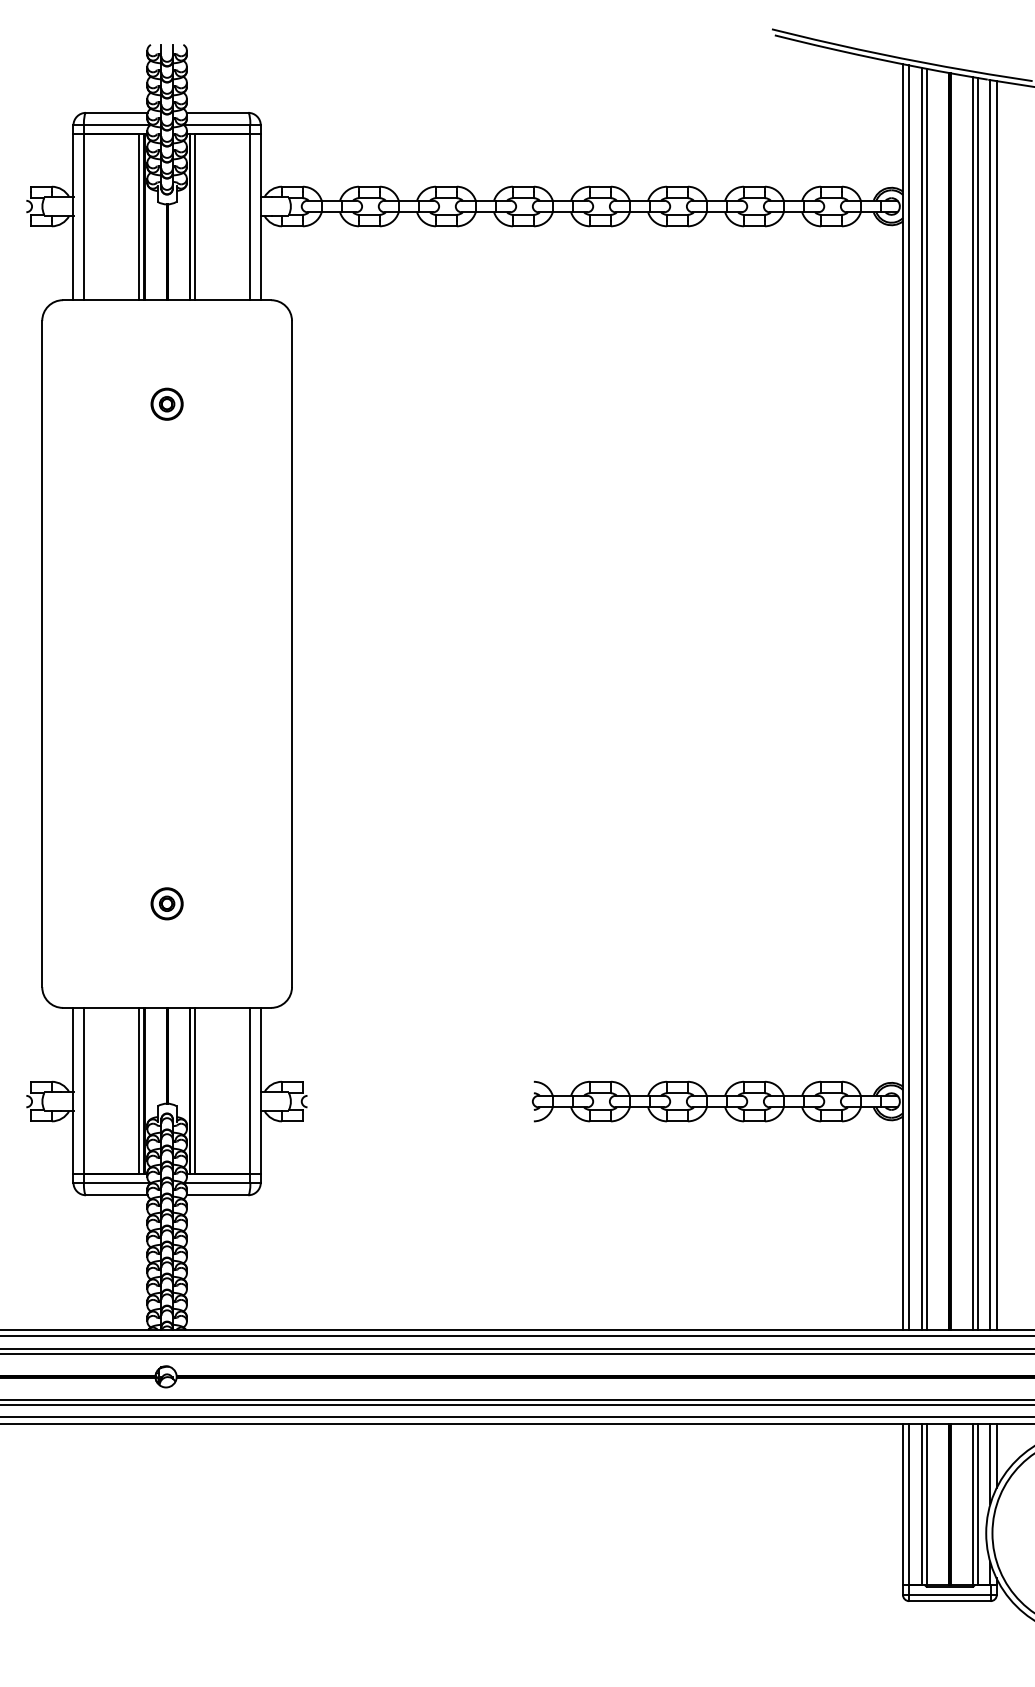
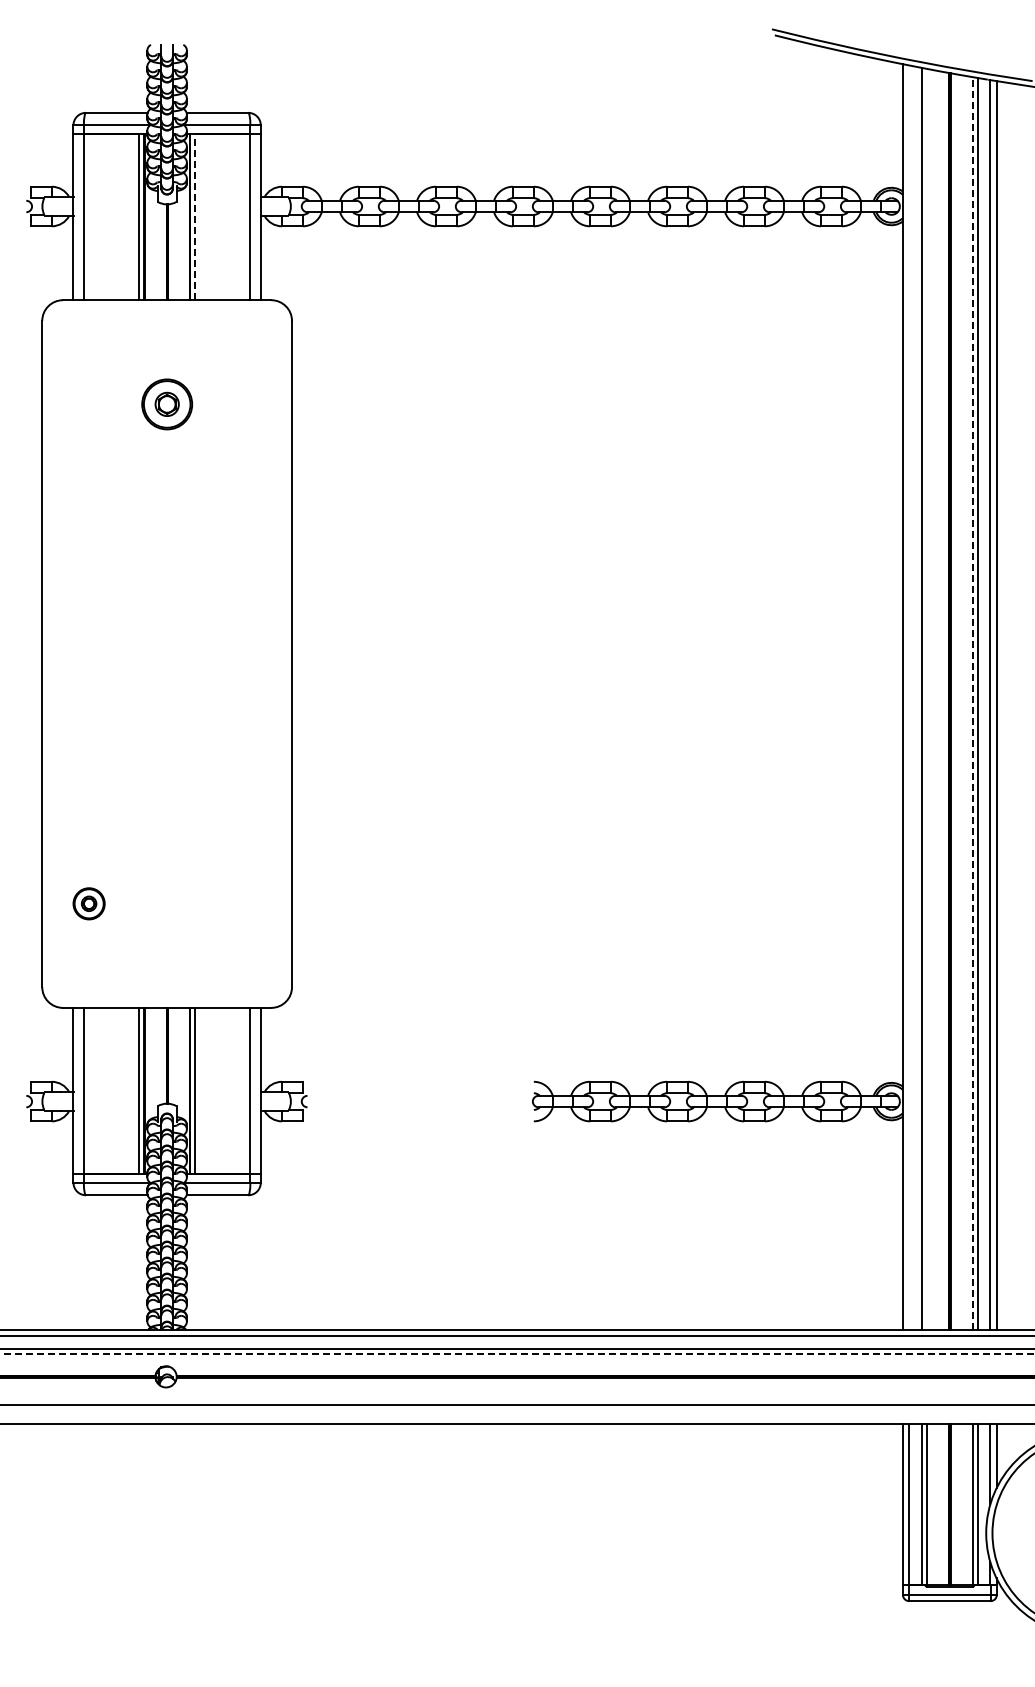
line at (195, 216): solid -> dashed
part at (166, 403) size: 34x34 px -> 53x53 px
line at (909, 697): present -> none
line at (926, 699): present -> none
line at (972, 703): solid -> dashed
part at (166, 903) position: (166, 903) -> (88, 903)
line at (517, 1353): solid -> dashed
line at (516, 1399): present -> none
line at (516, 1417): present -> none
